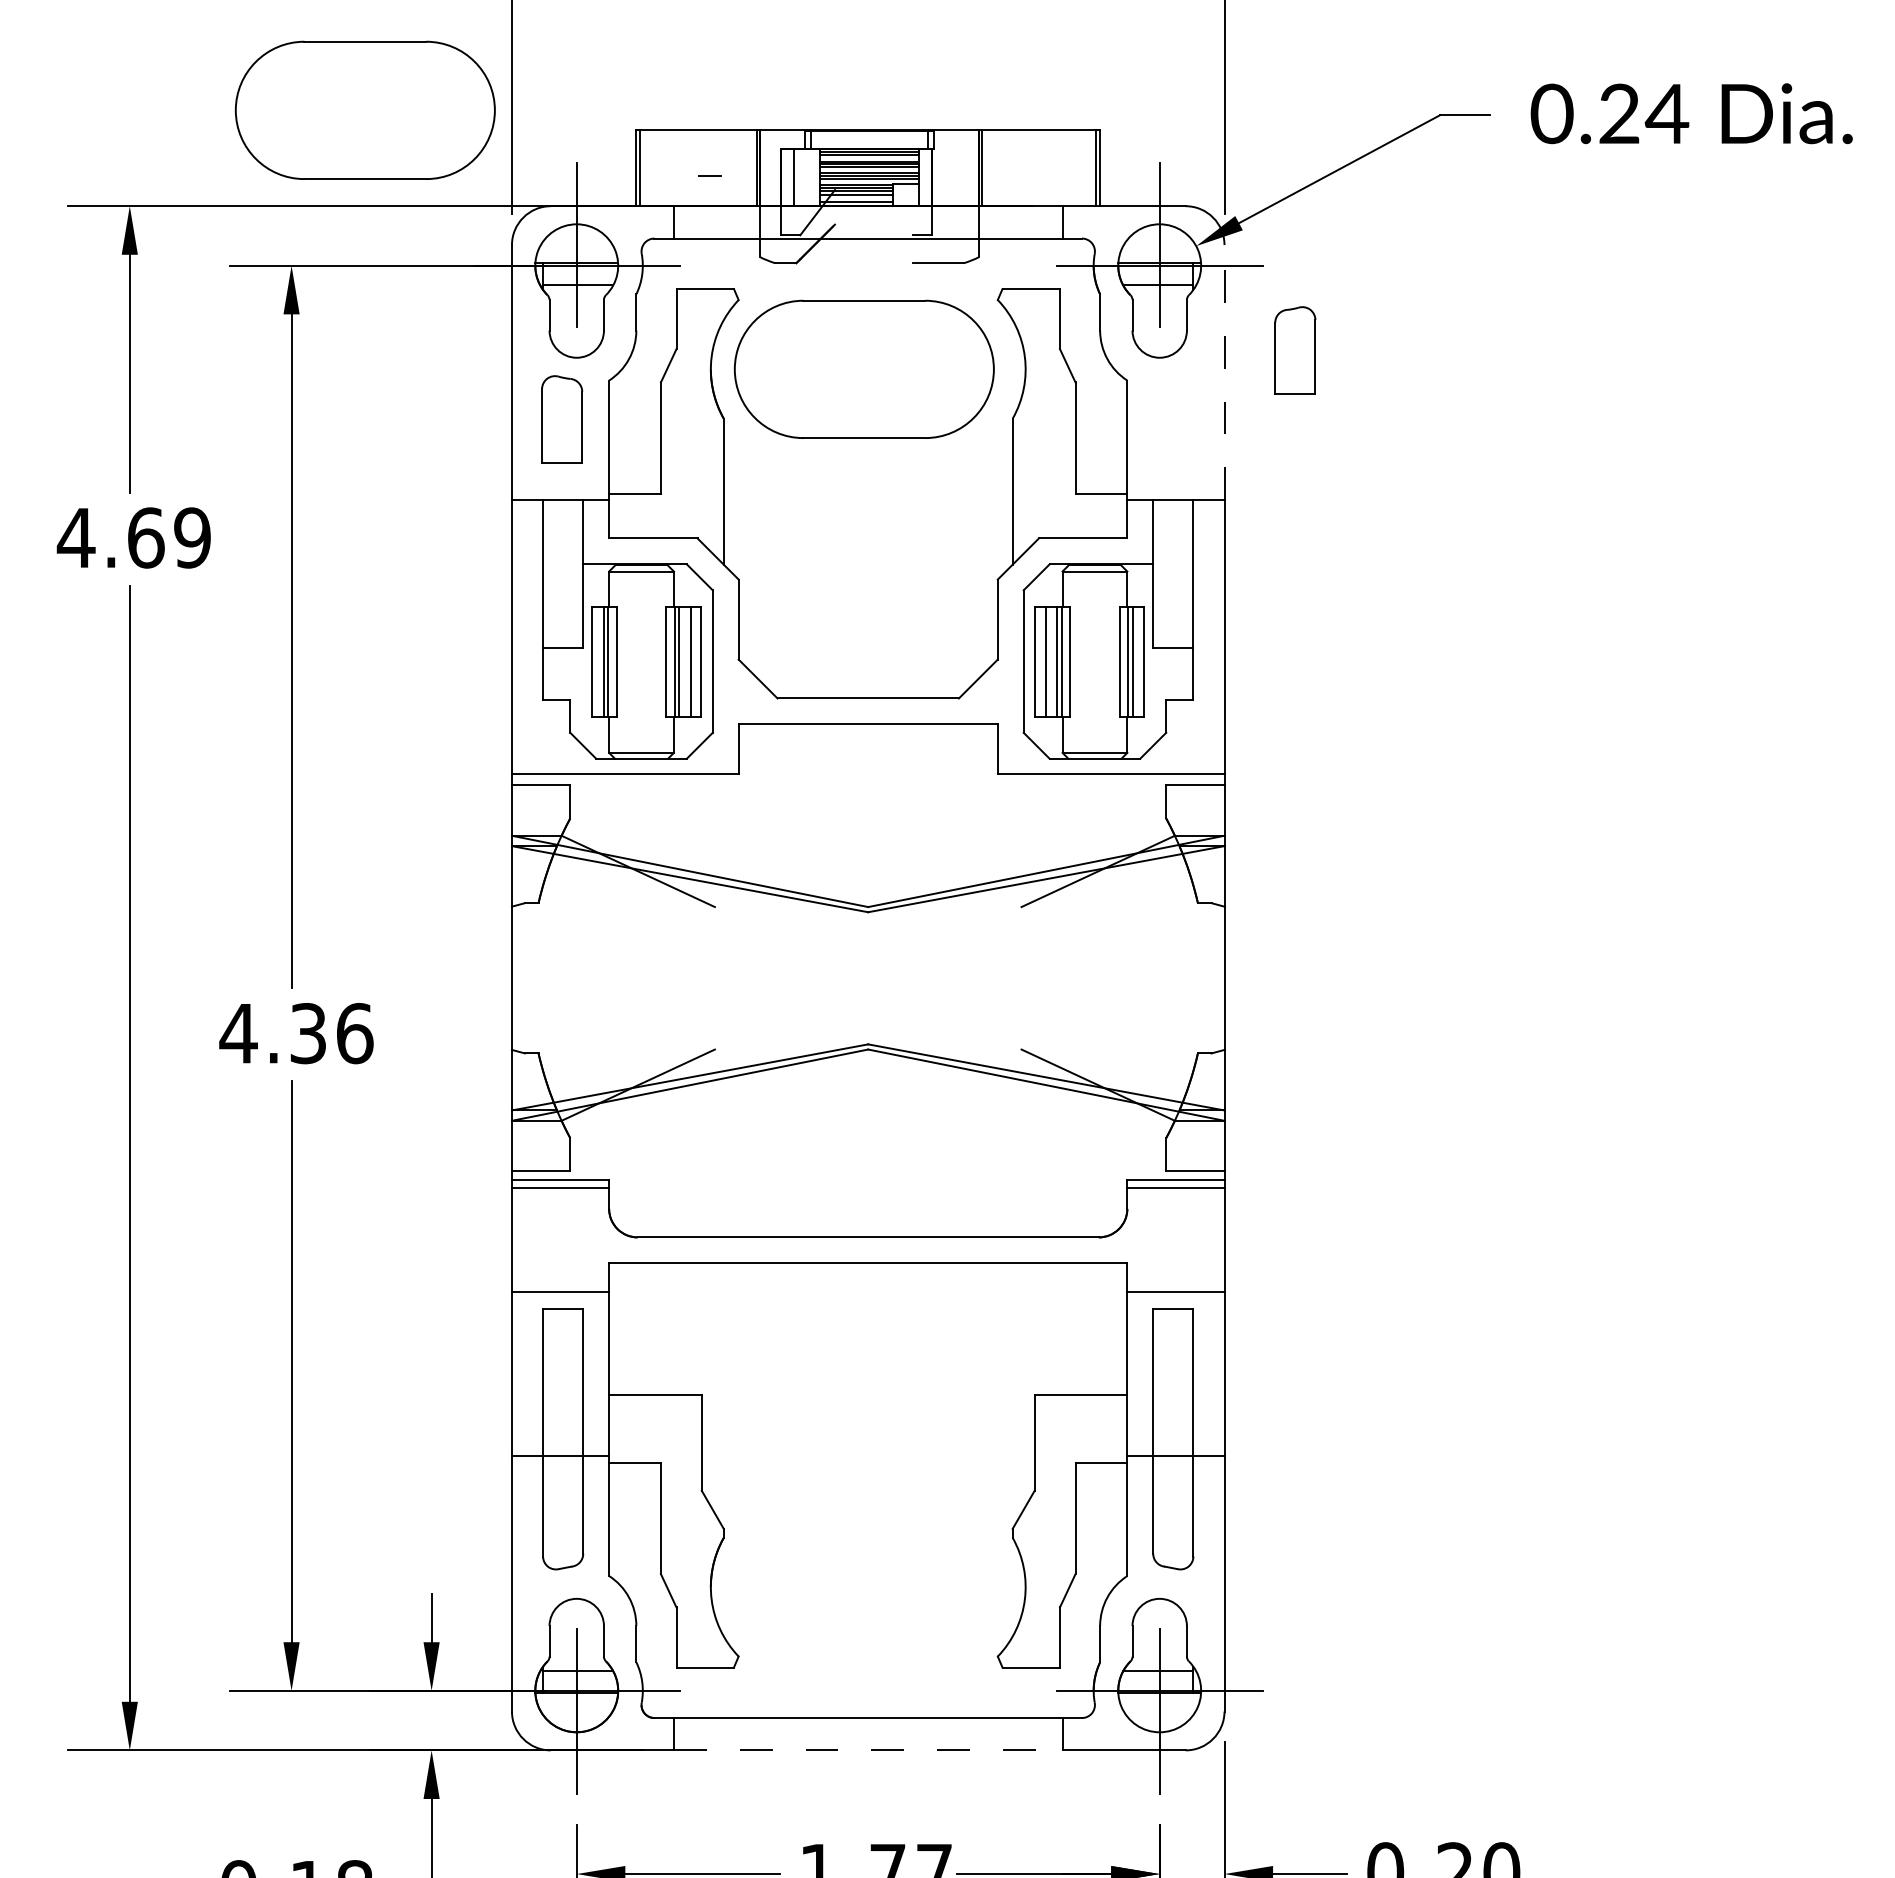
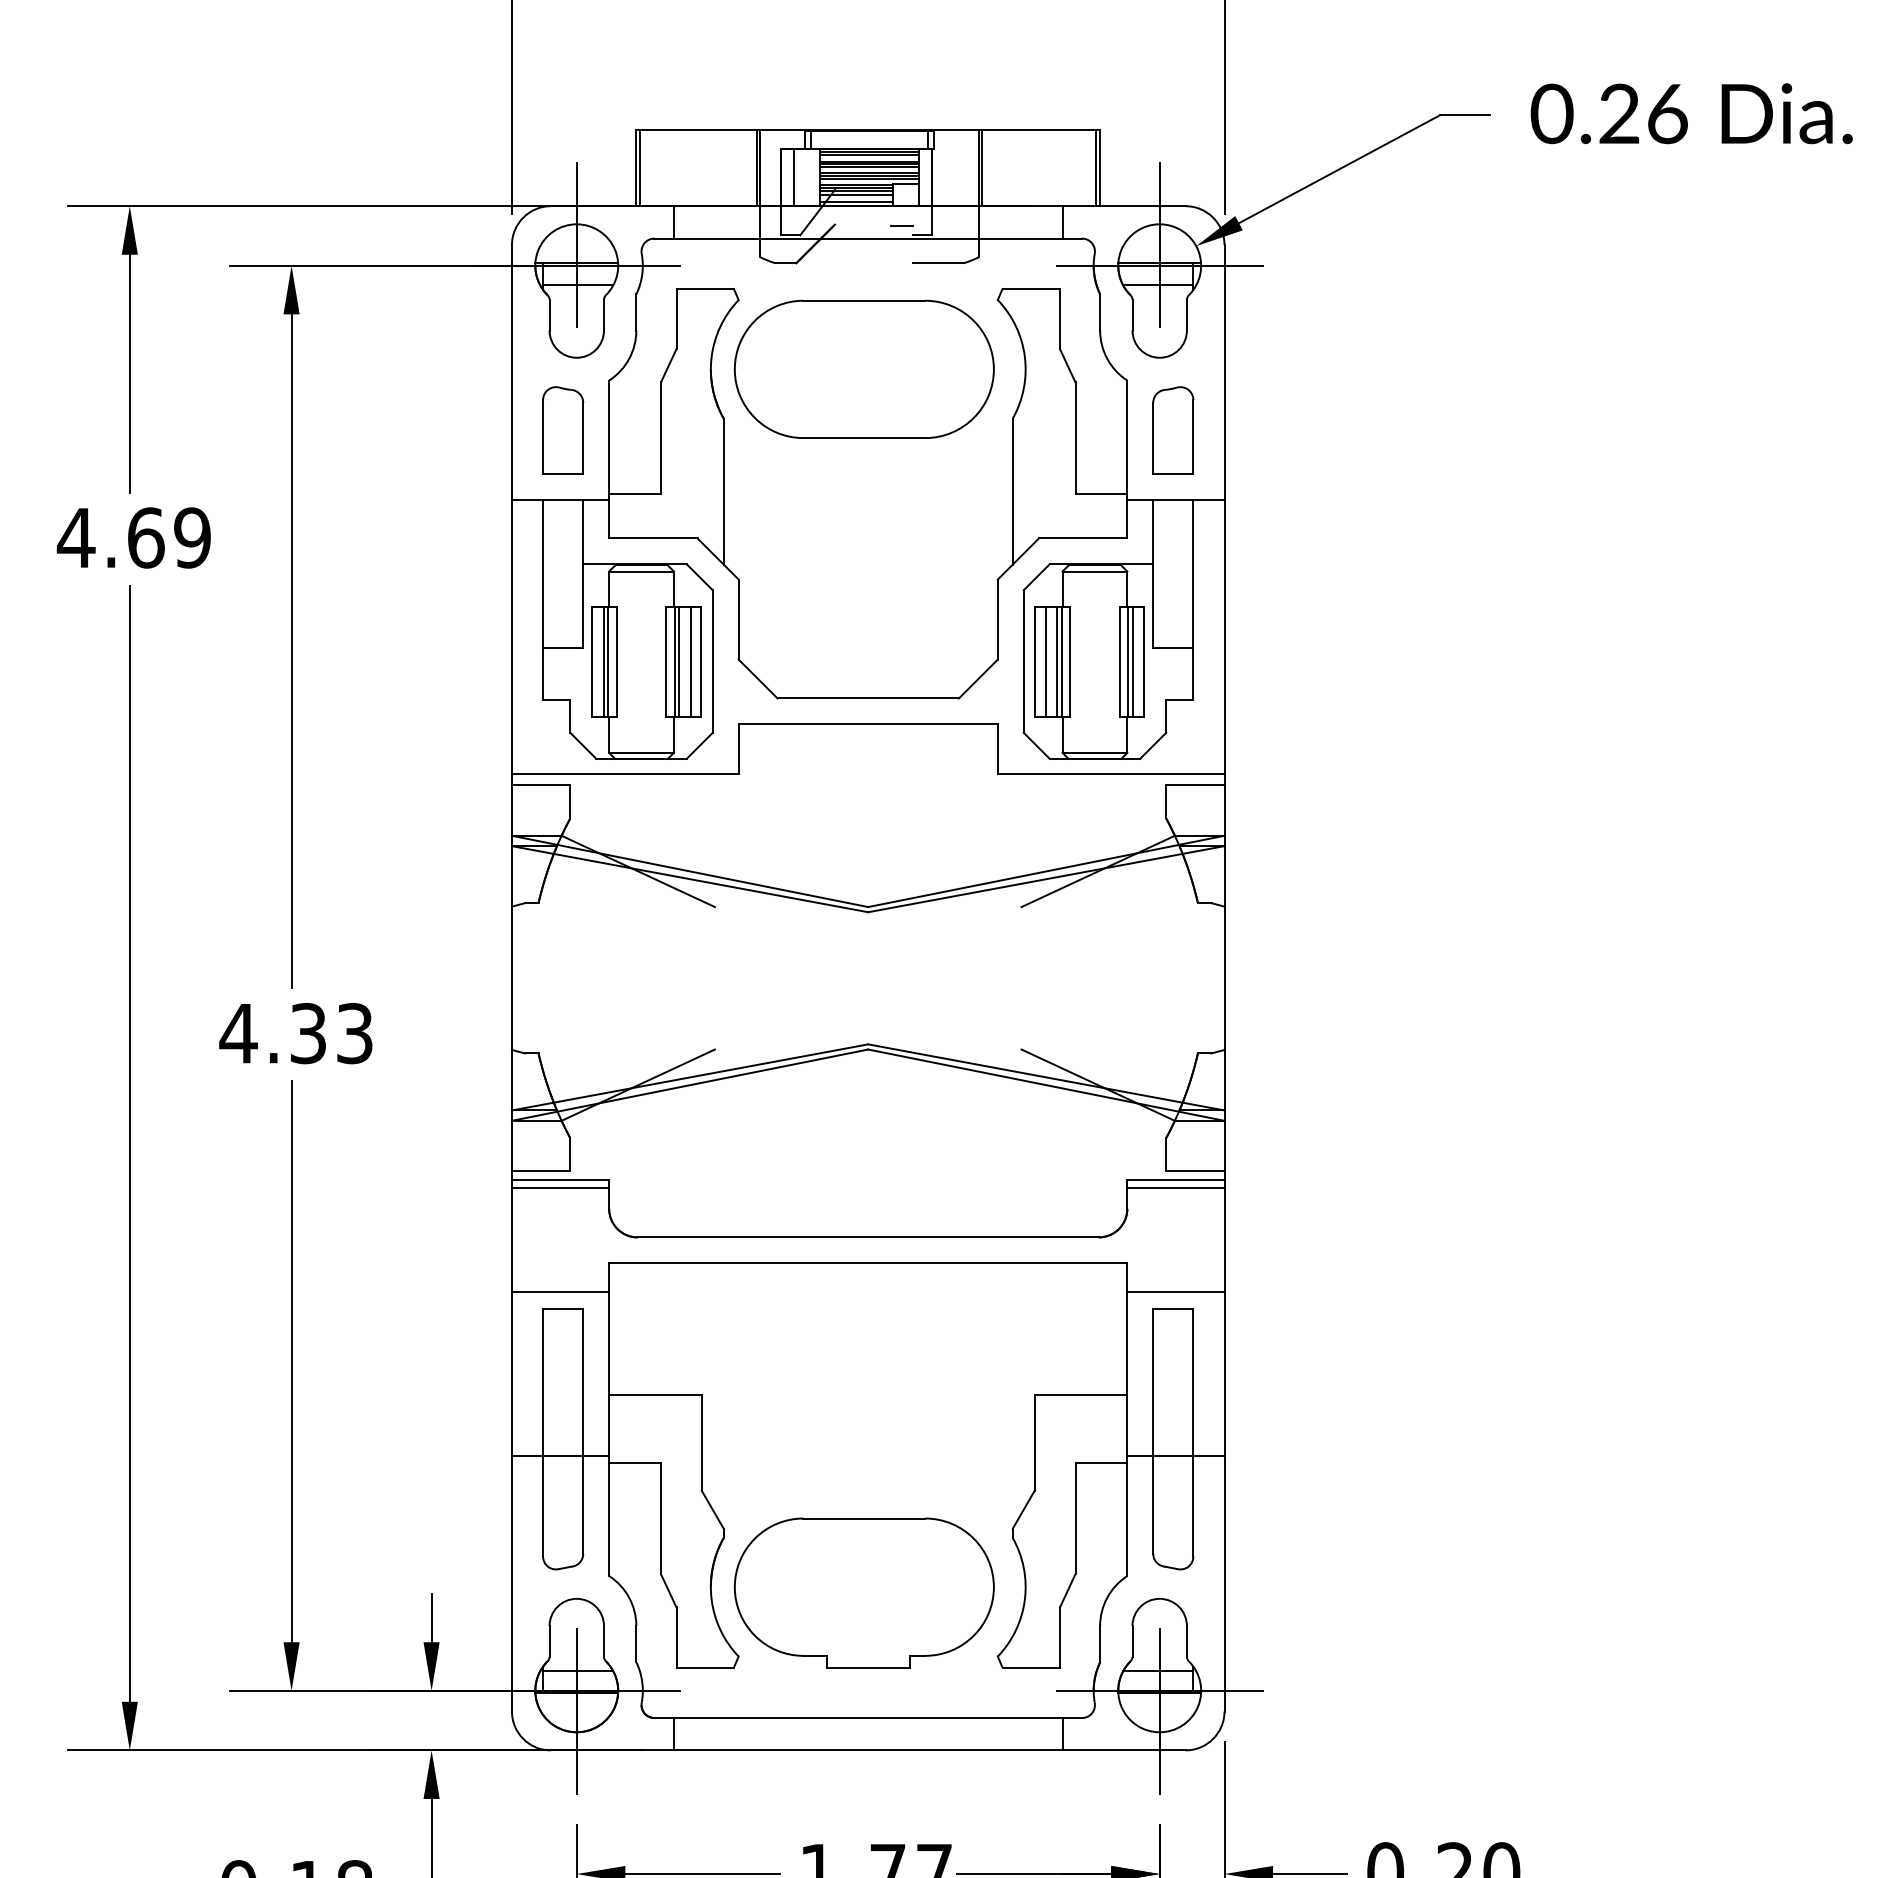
part at (364, 109): present -> none
text at (1666, 114): 0.24 -> 0.26
line at (709, 175) position: (709, 175) -> (901, 225)
part at (1295, 350) position: (1295, 350) -> (1173, 430)
line at (1224, 372): dashed -> solid
part at (562, 419) position: (562, 419) -> (563, 430)
text at (355, 1033): 4.36 -> 4.33
part at (863, 1592): none -> present
line at (868, 1750): dashed -> solid
